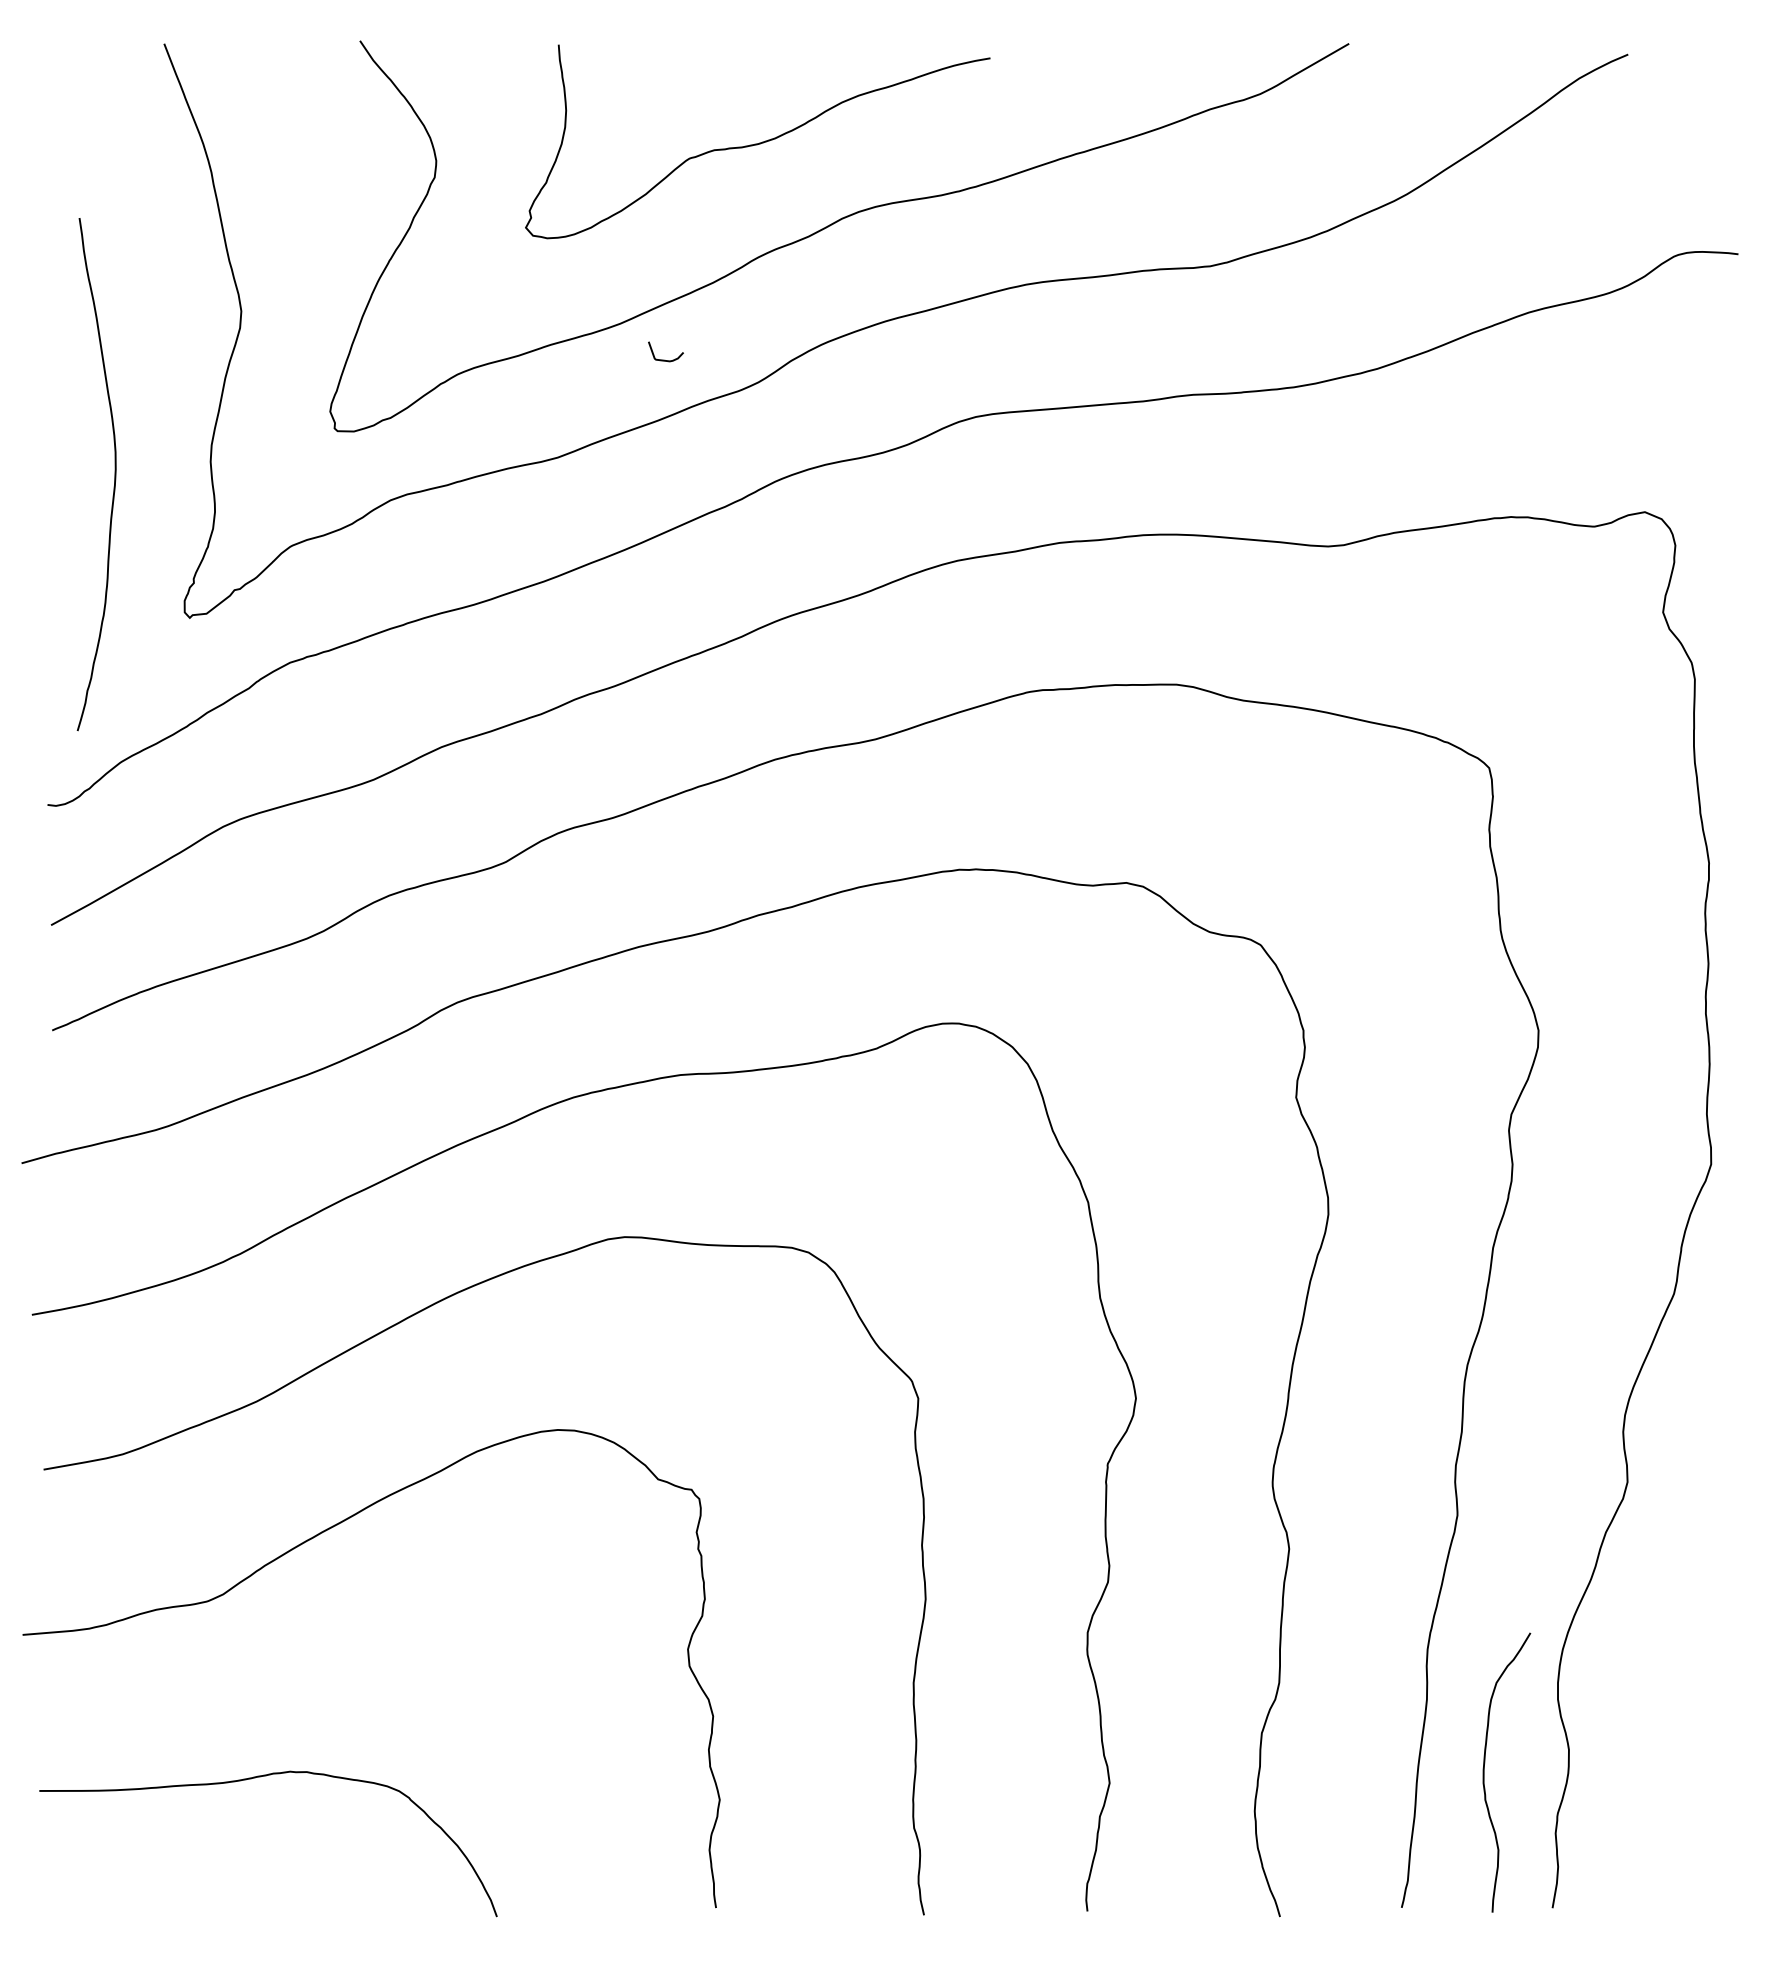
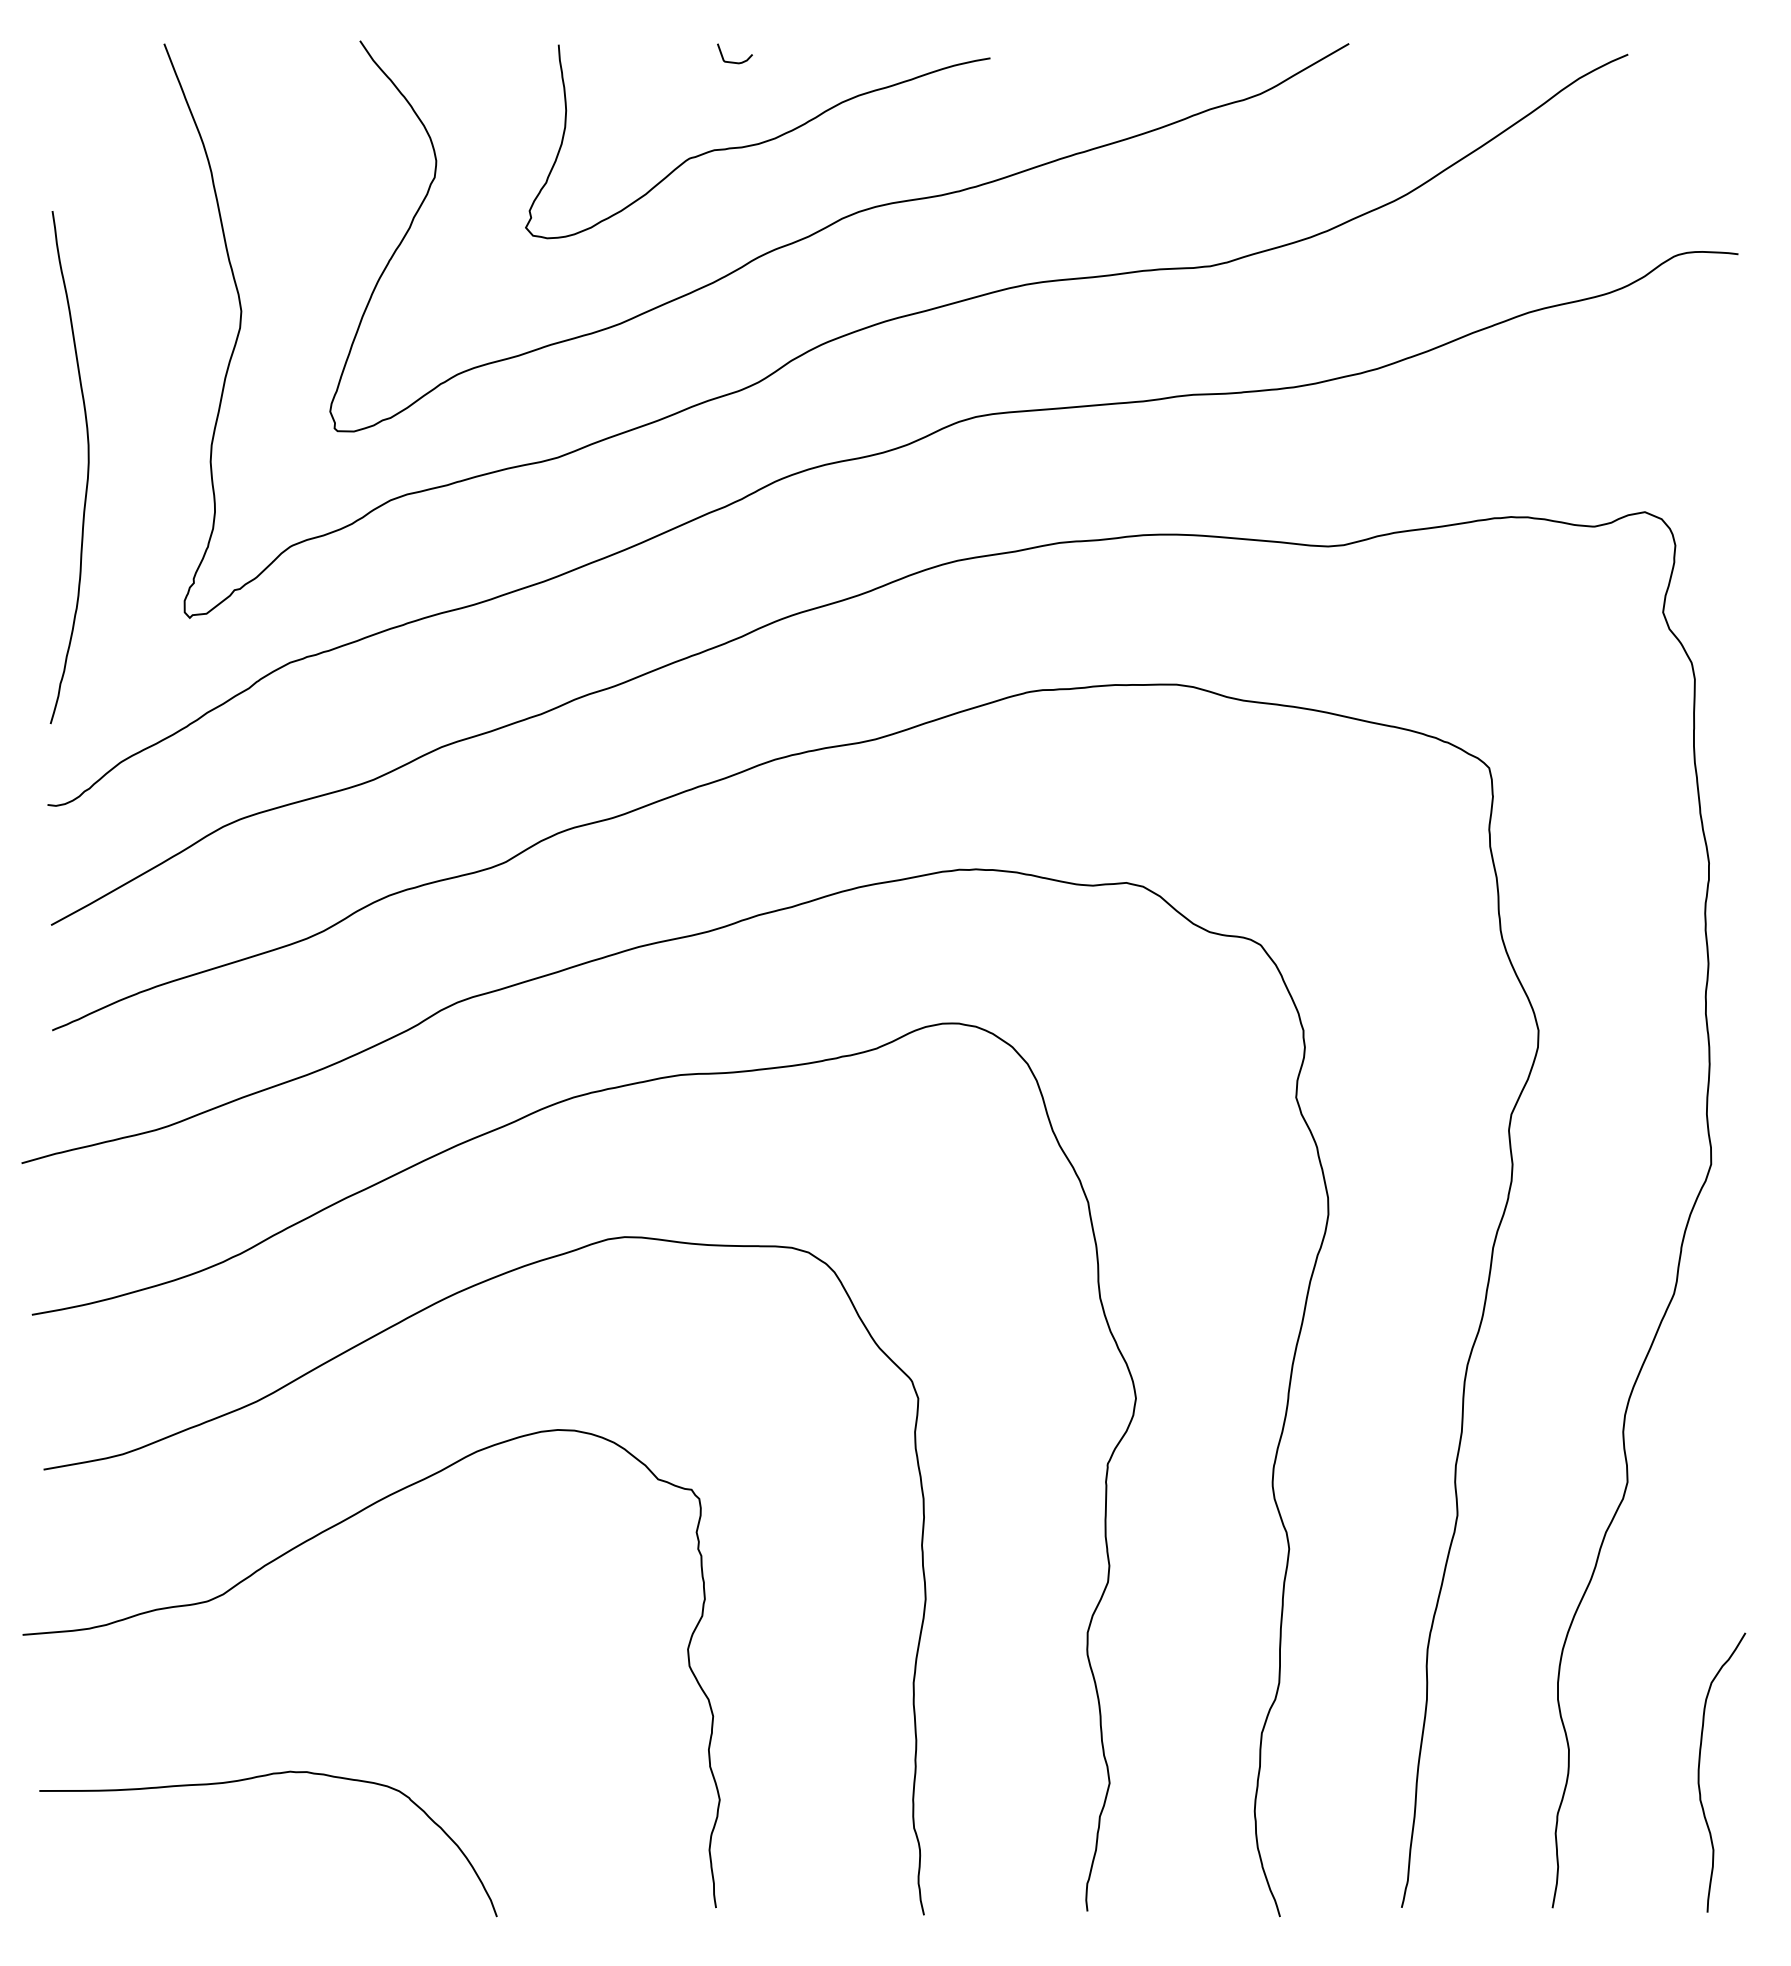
curve at (664, 359) position: (664, 359) -> (733, 61)
curve at (114, 474) position: (114, 474) -> (87, 467)
curve at (1484, 1772) position: (1484, 1772) -> (1699, 1772)
